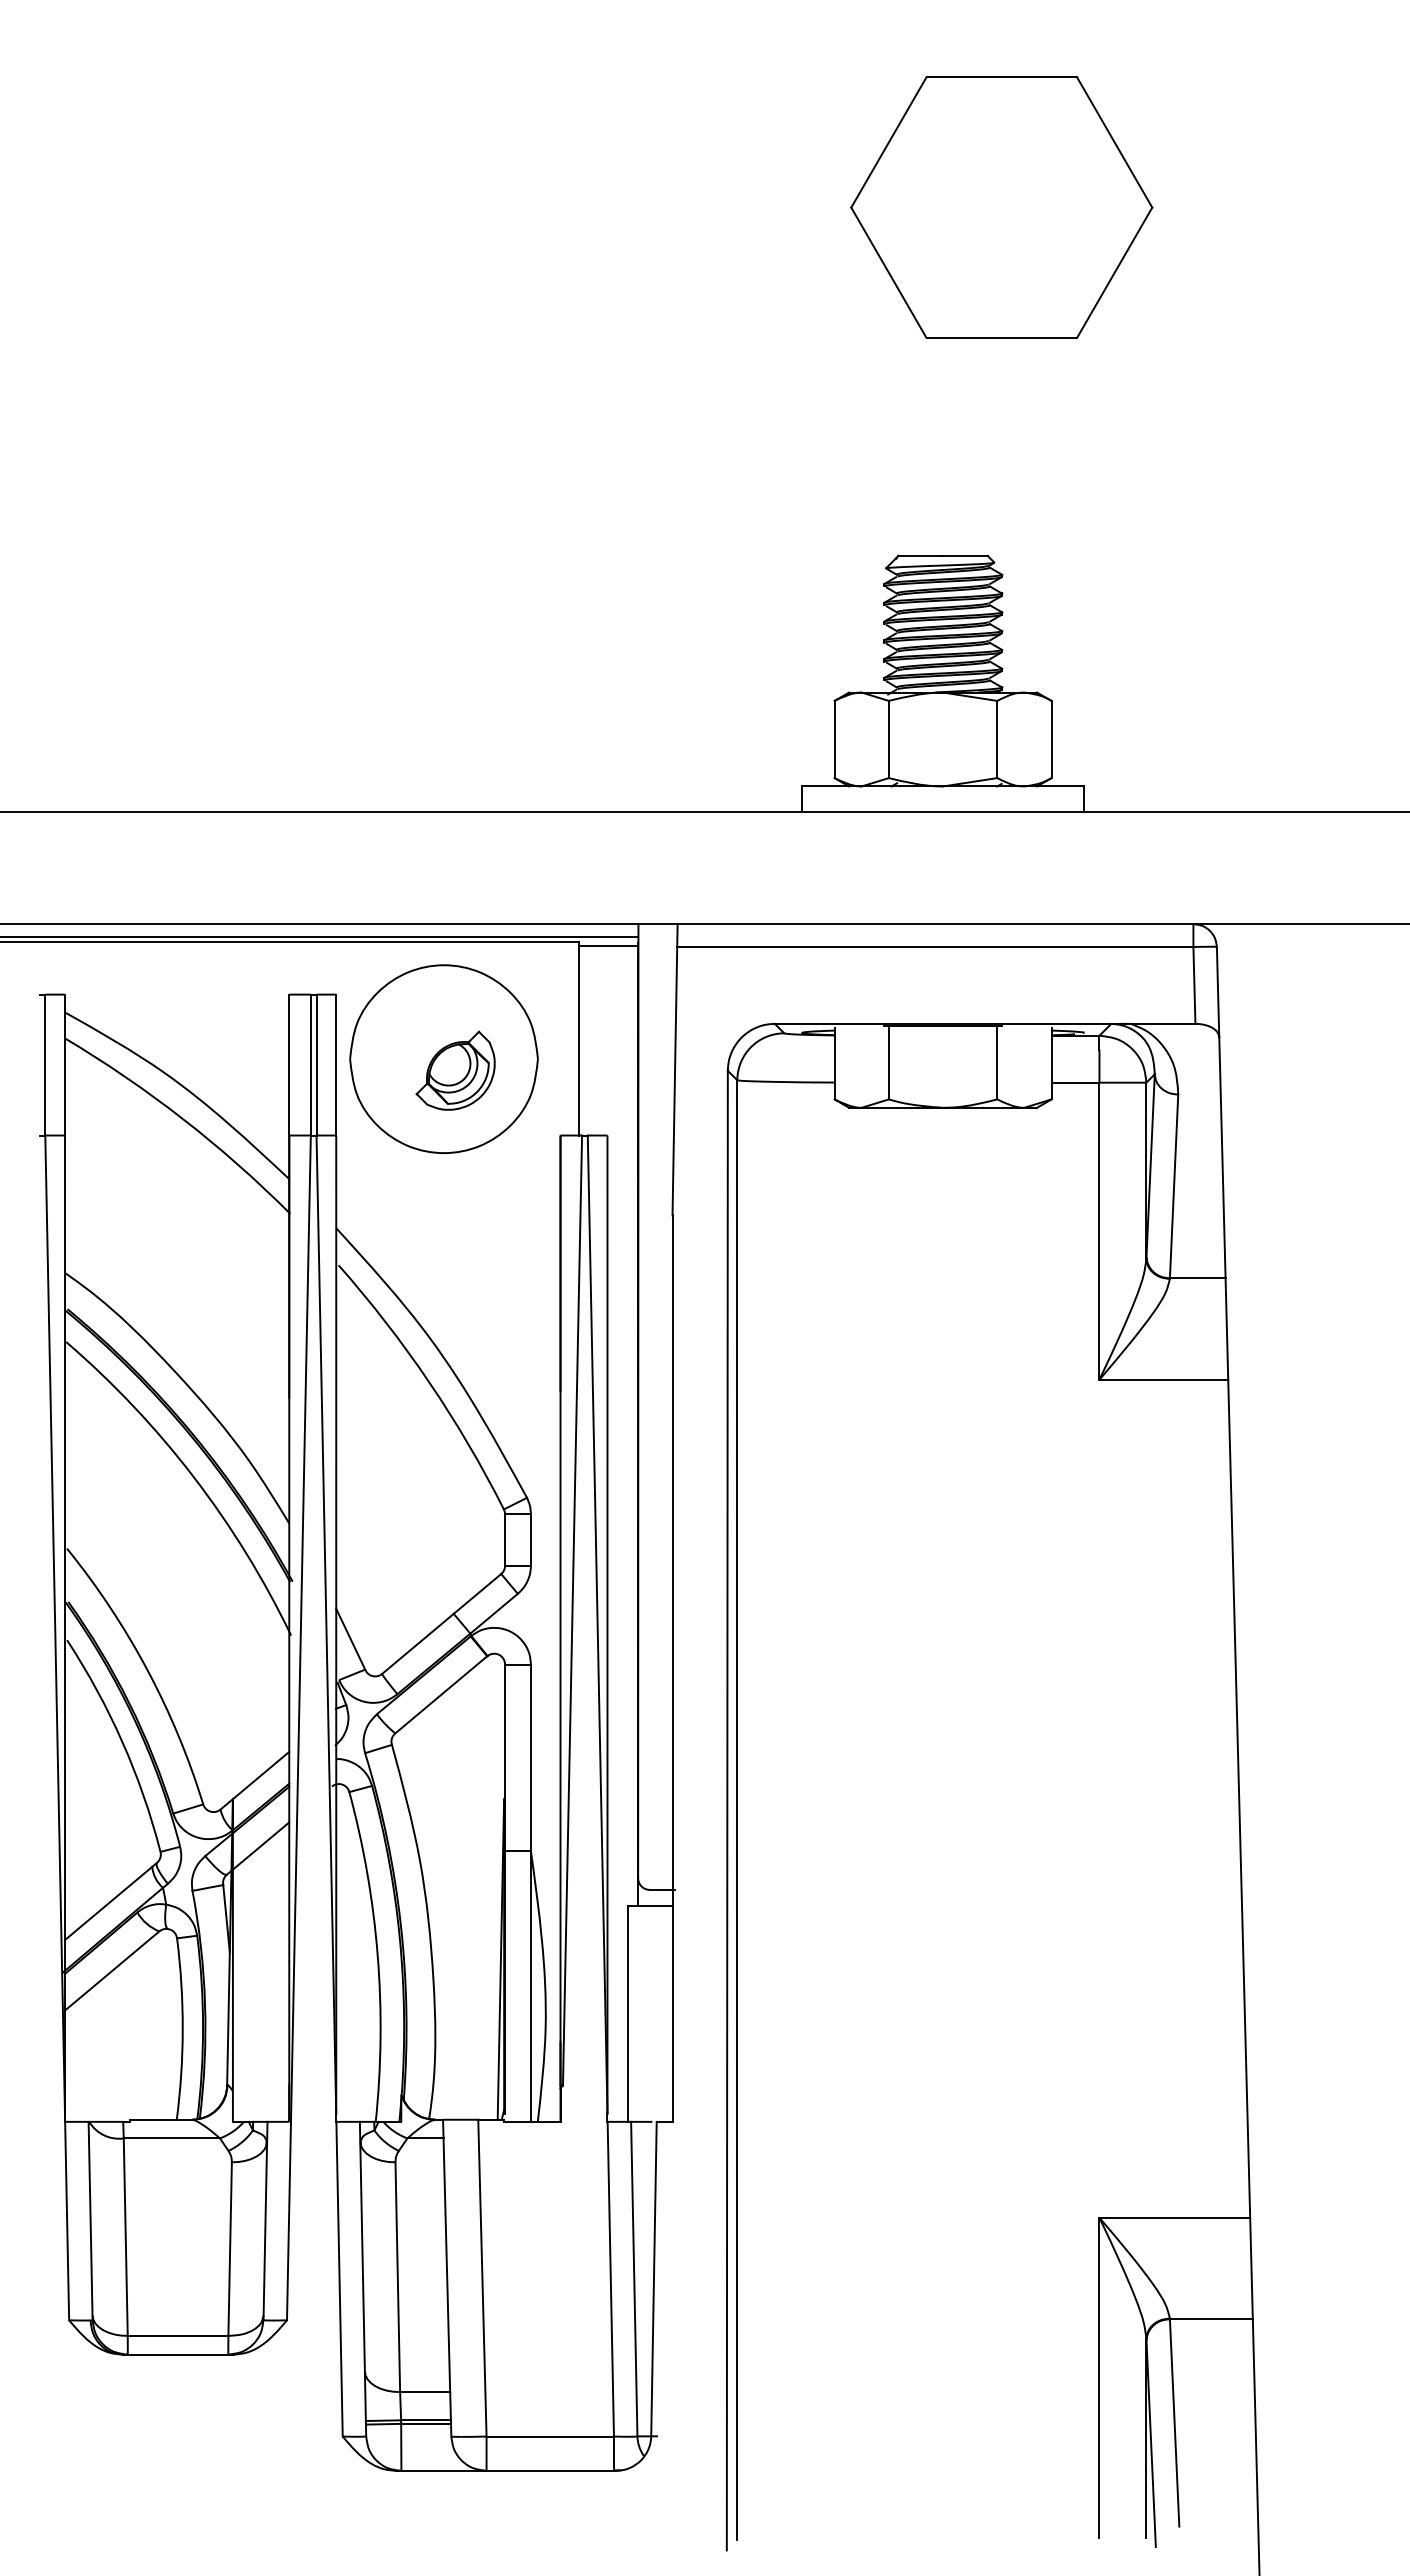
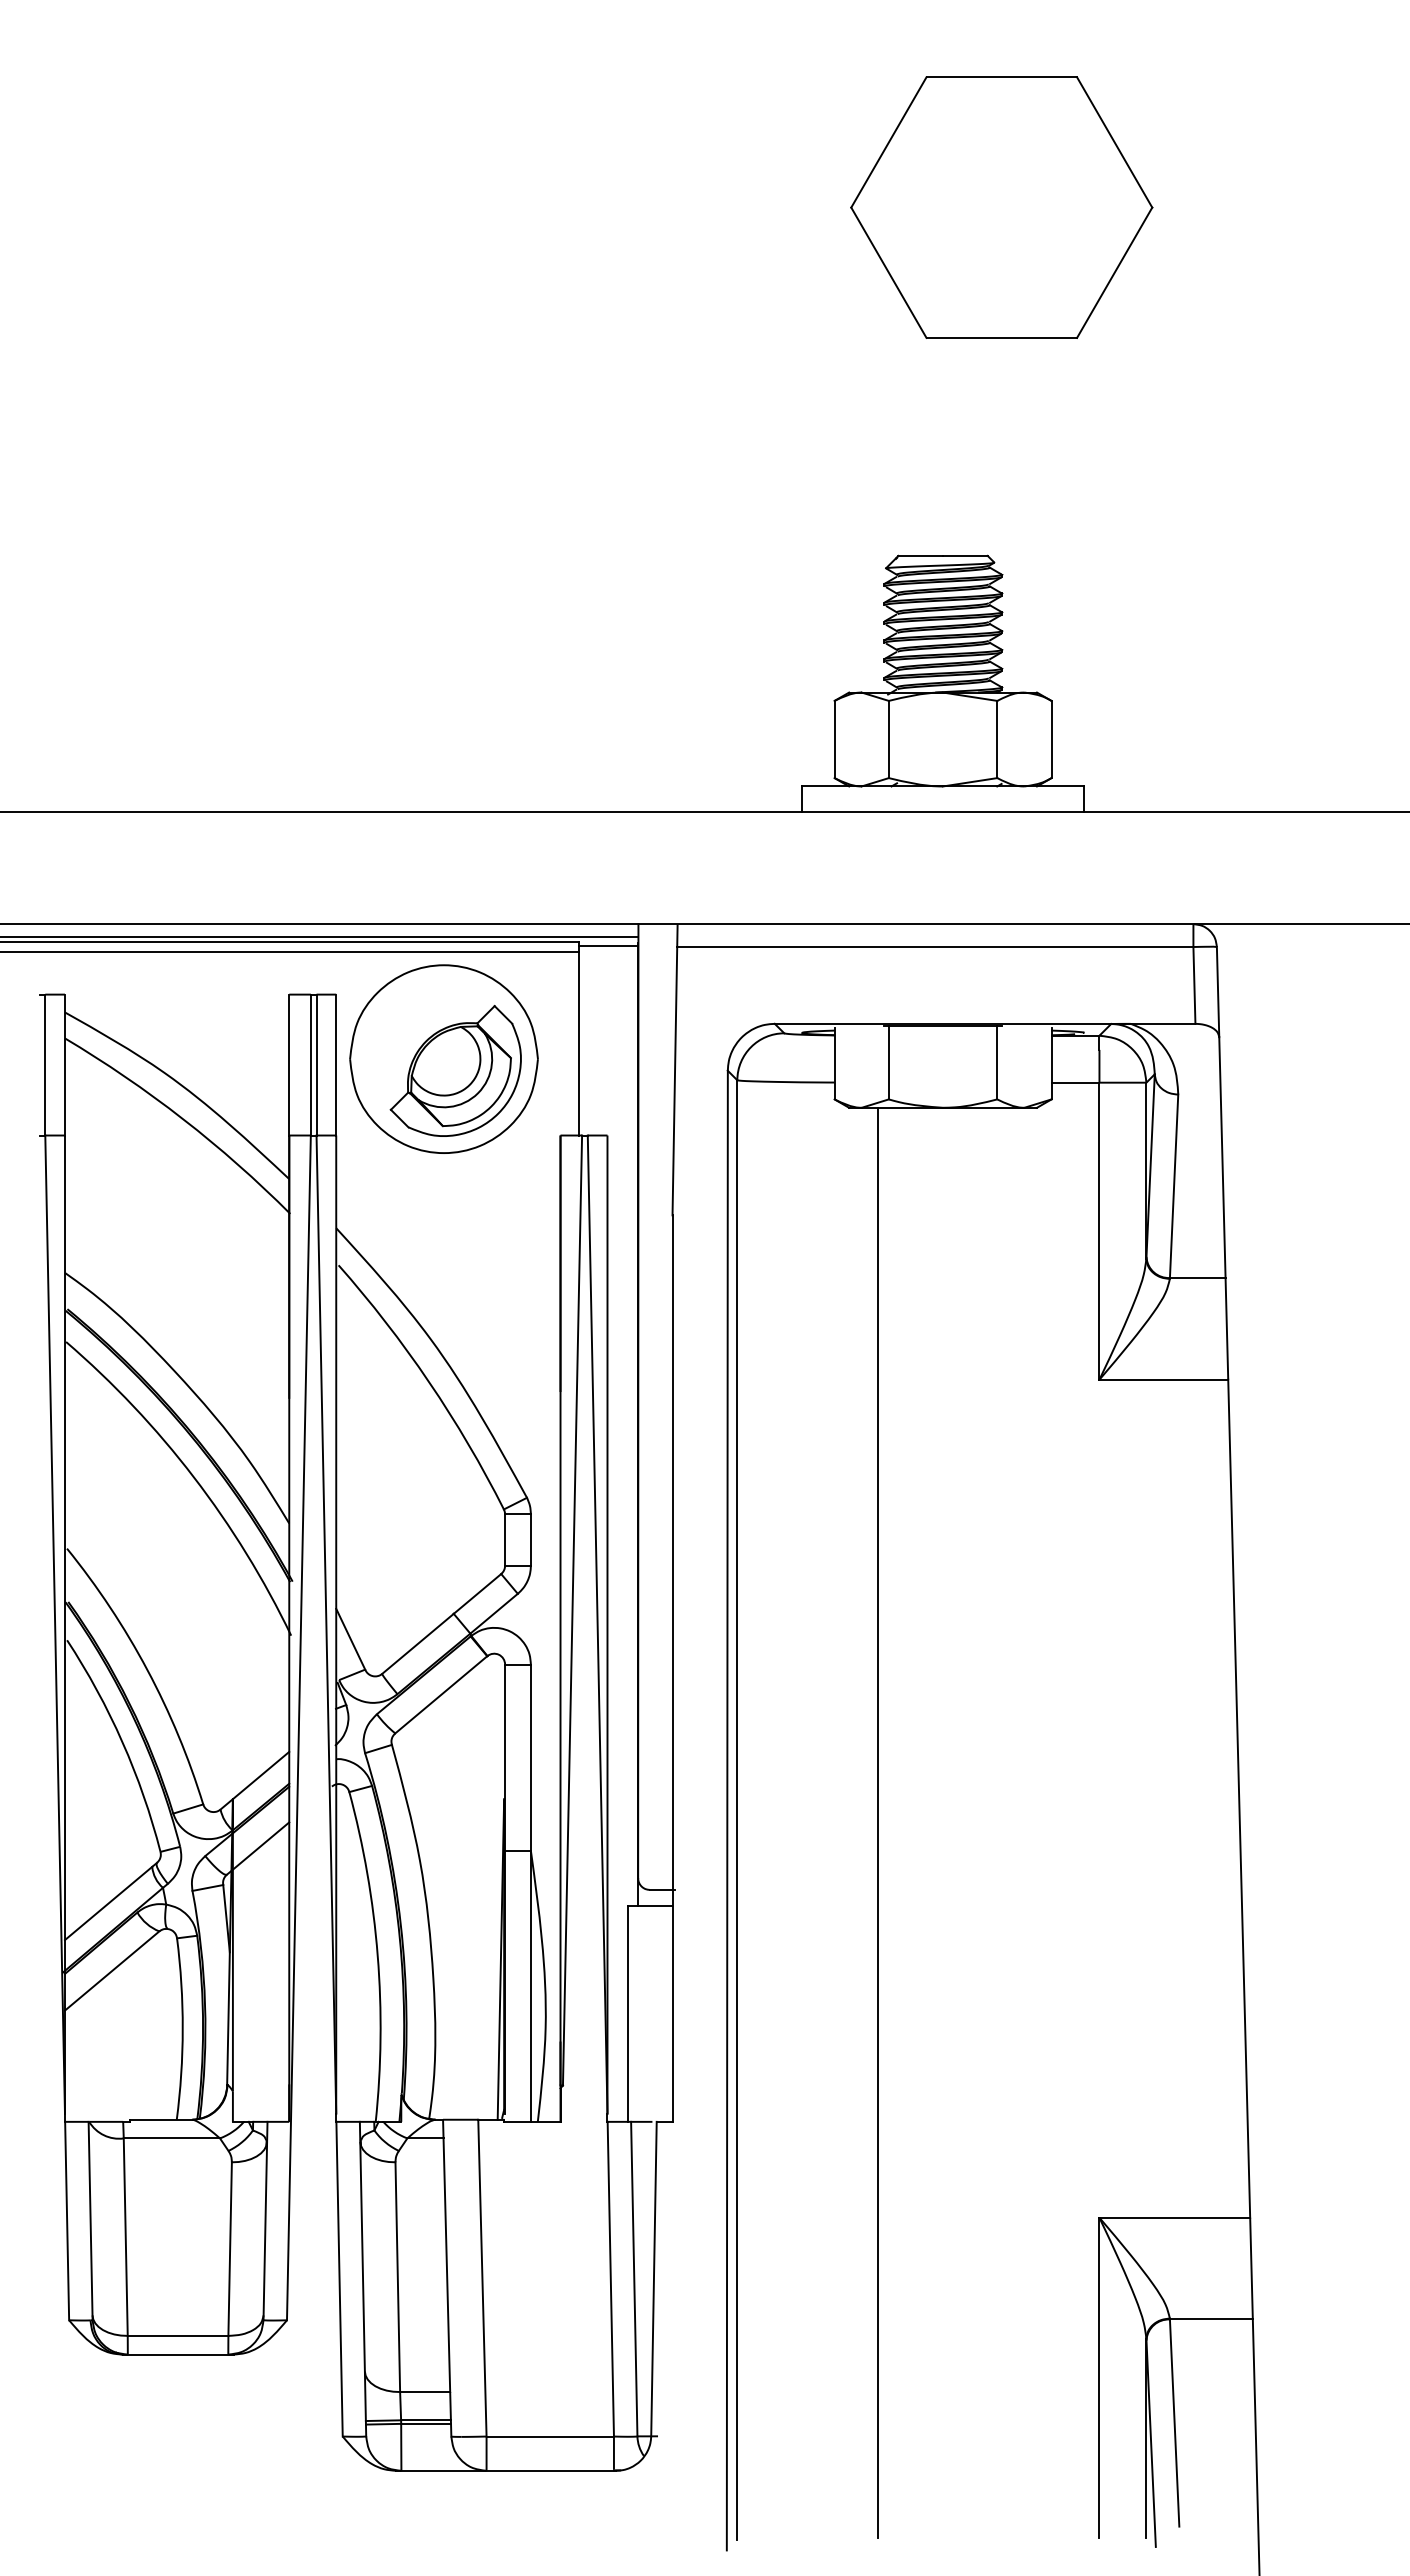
line at (290, 951): none -> present
part at (455, 1070) size: 81x81 px -> 133x133 px
line at (878, 1822): none -> present
